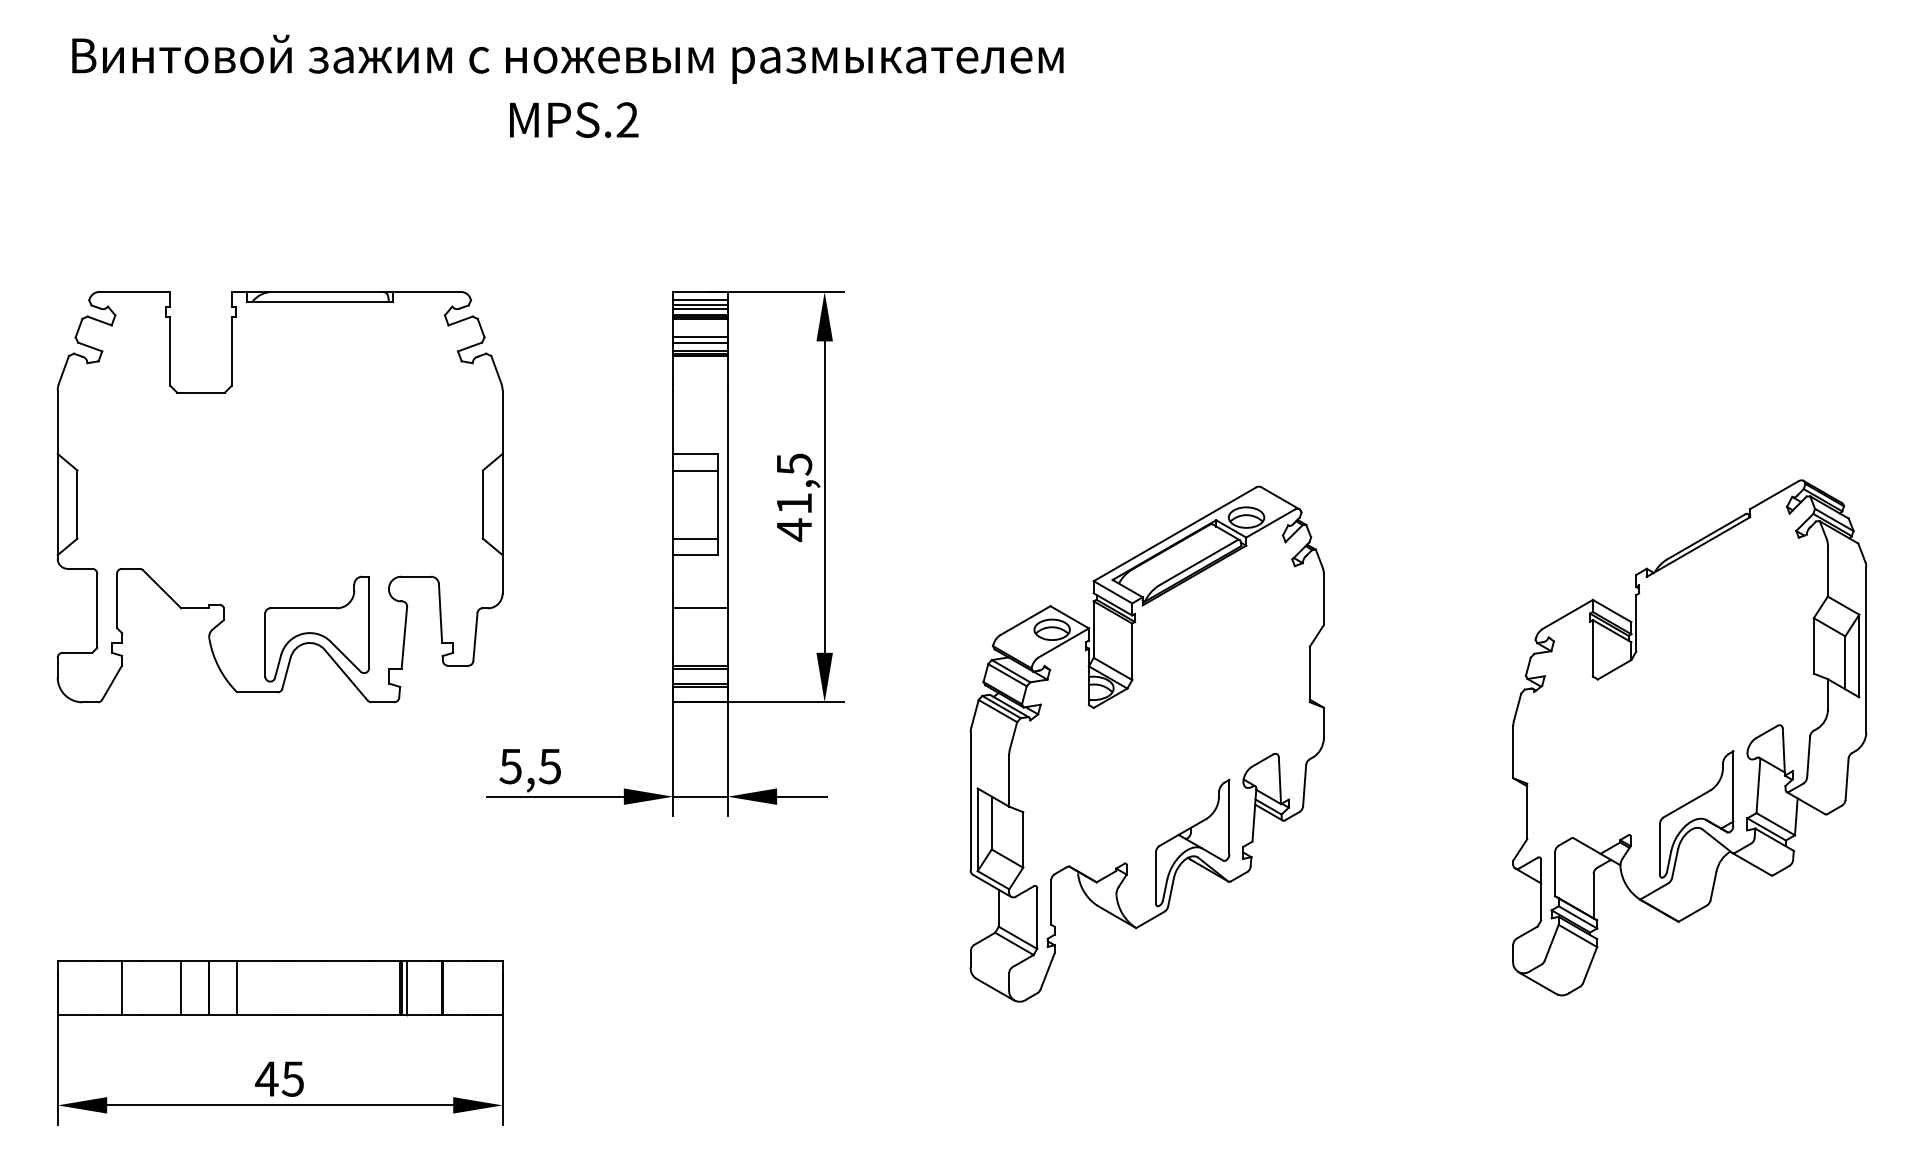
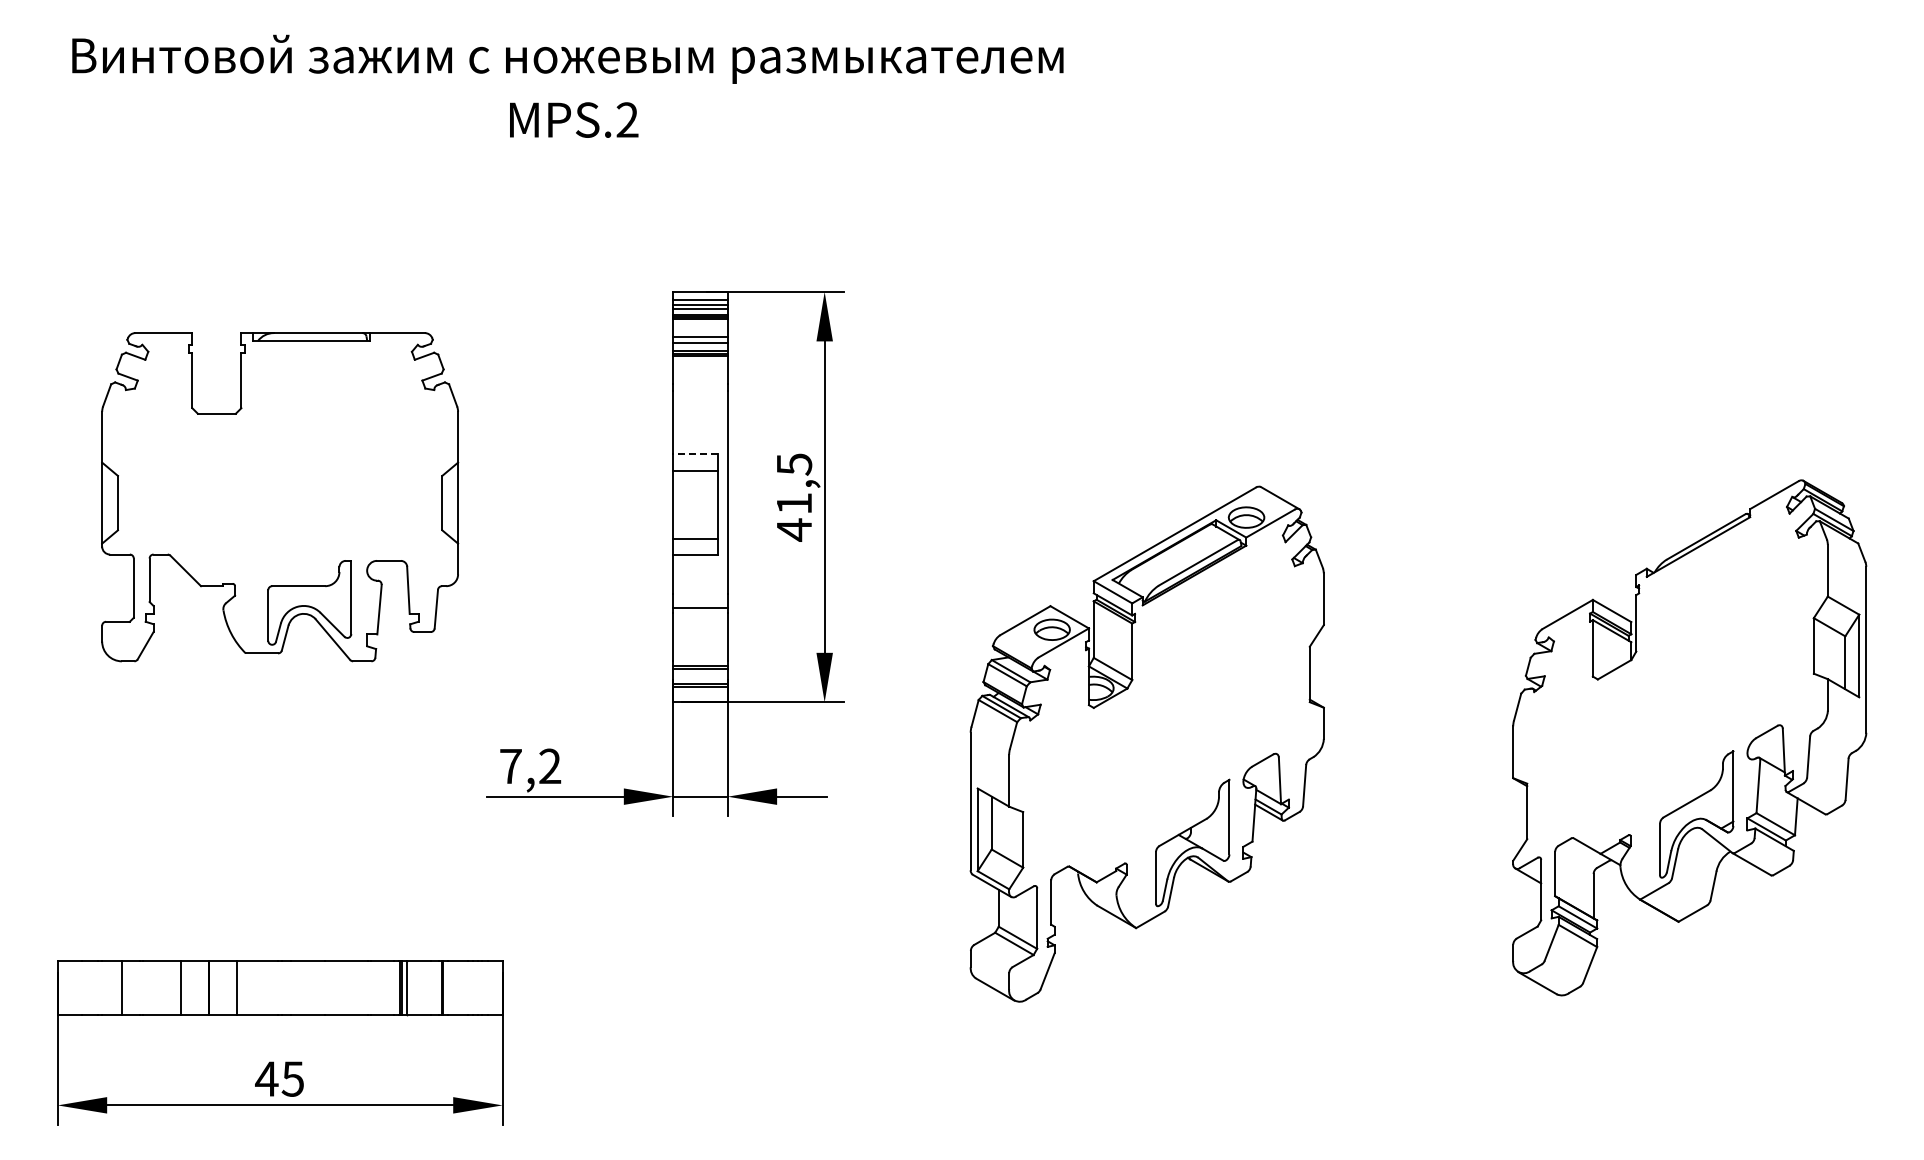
line at (695, 453): solid -> dashed
part at (279, 497) size: 448x413 px -> 359x331 px
text at (530, 766): 5,5 -> 7,2
